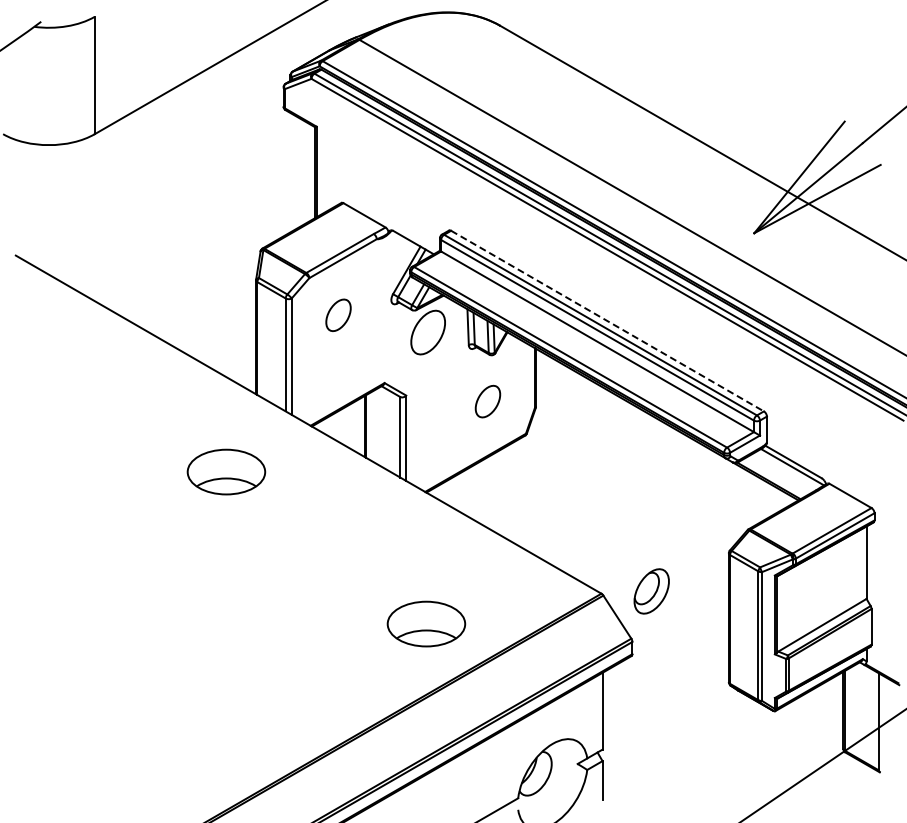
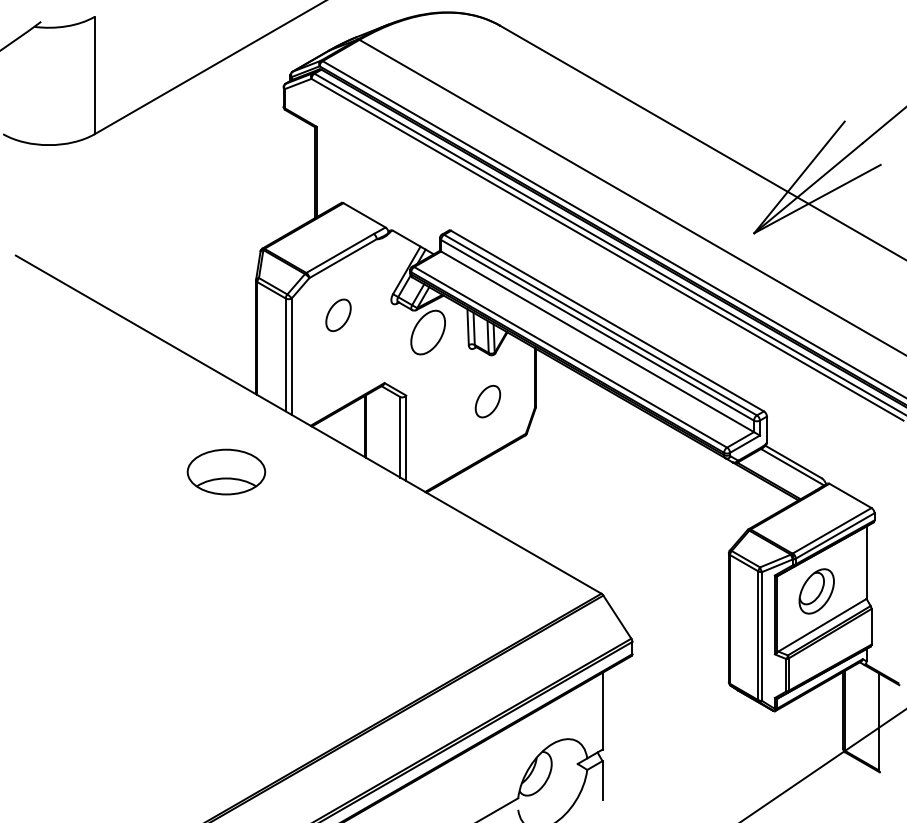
line at (607, 321): dashed -> solid
part at (651, 591) position: (651, 591) -> (816, 591)
part at (426, 623): present -> none
